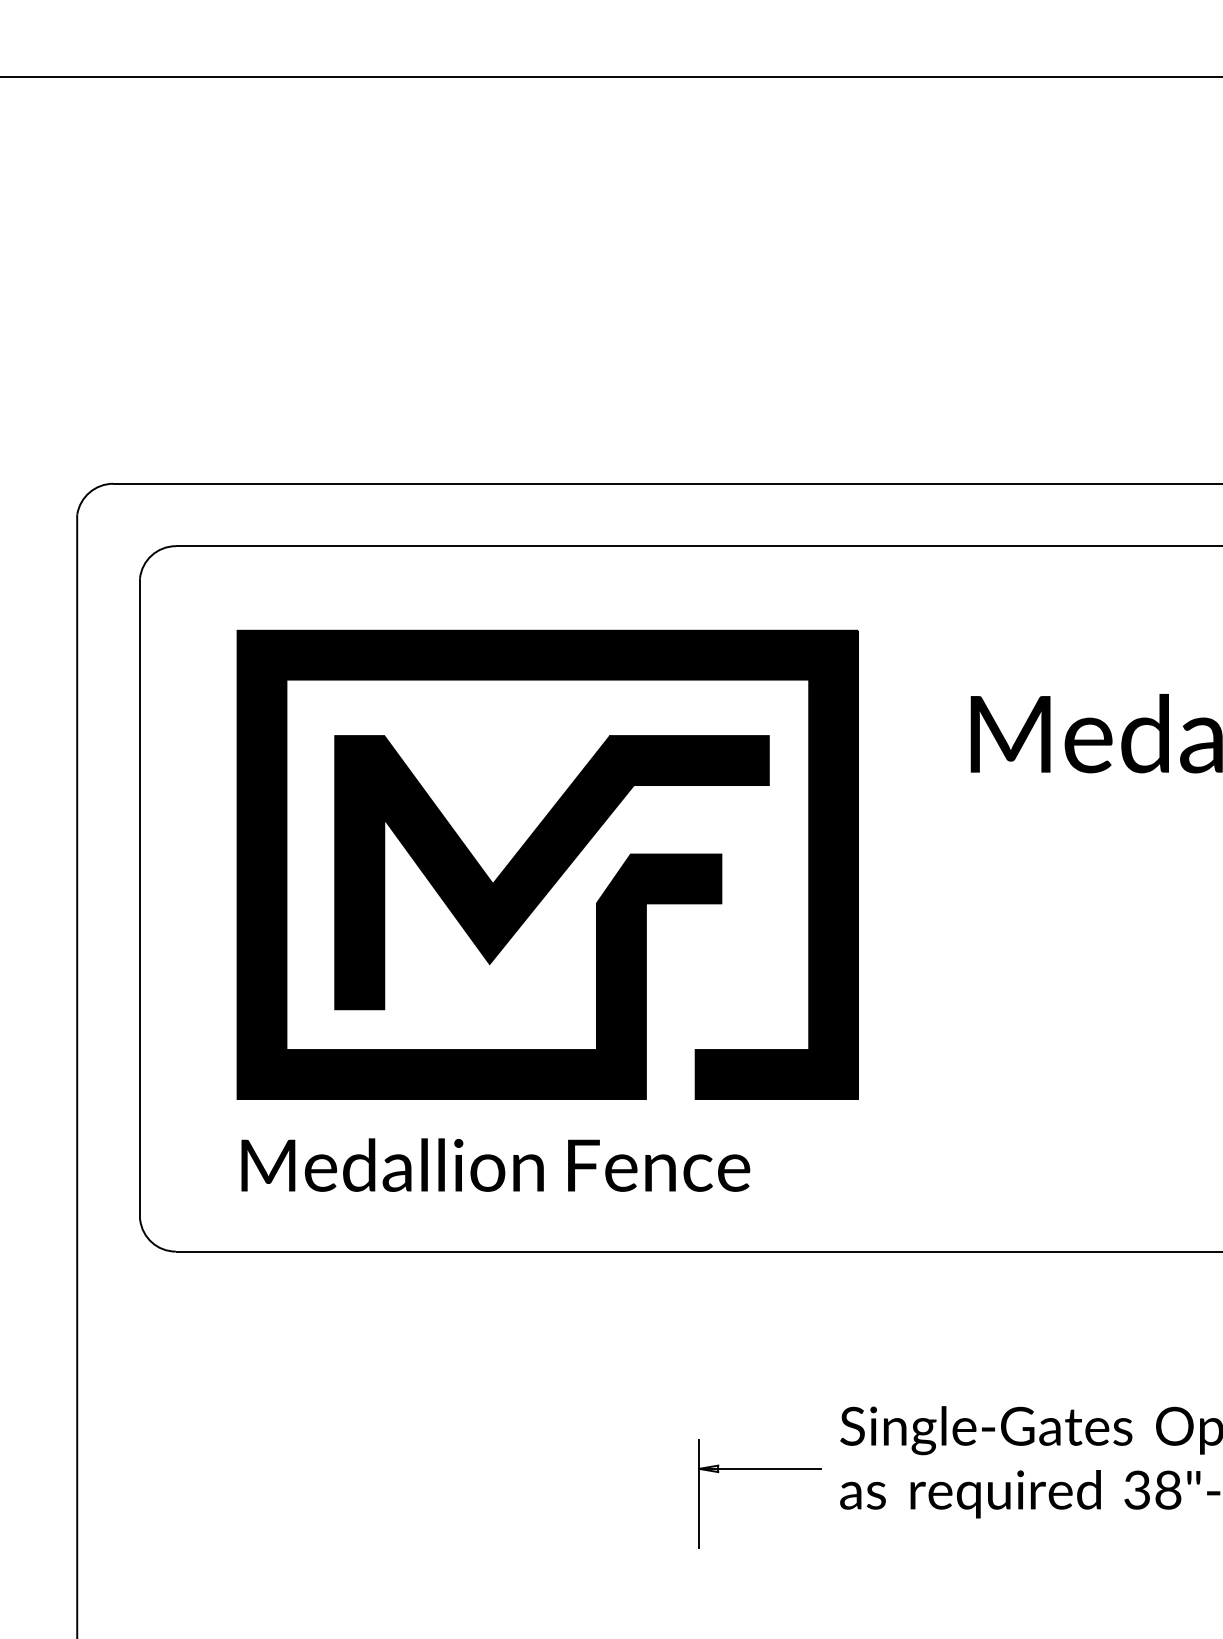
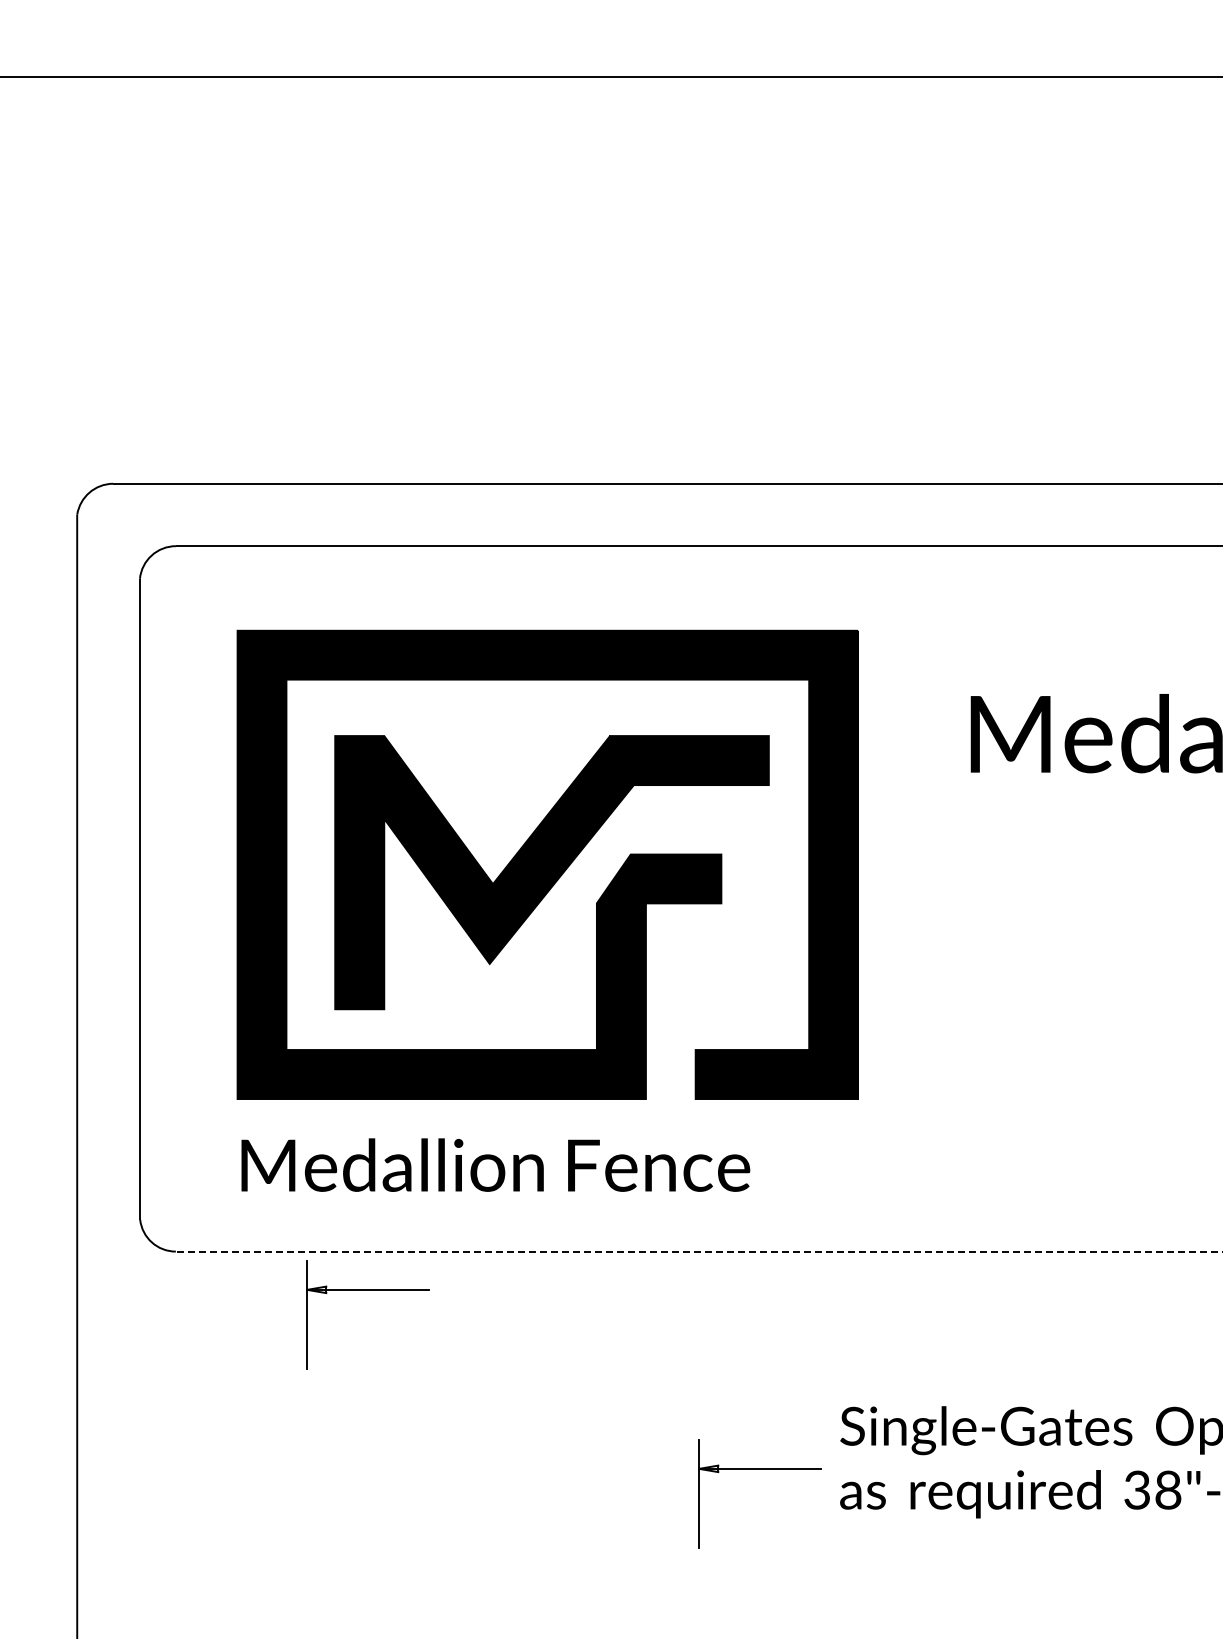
line at (698, 1251): solid -> dashed
part at (367, 1290): none -> present
